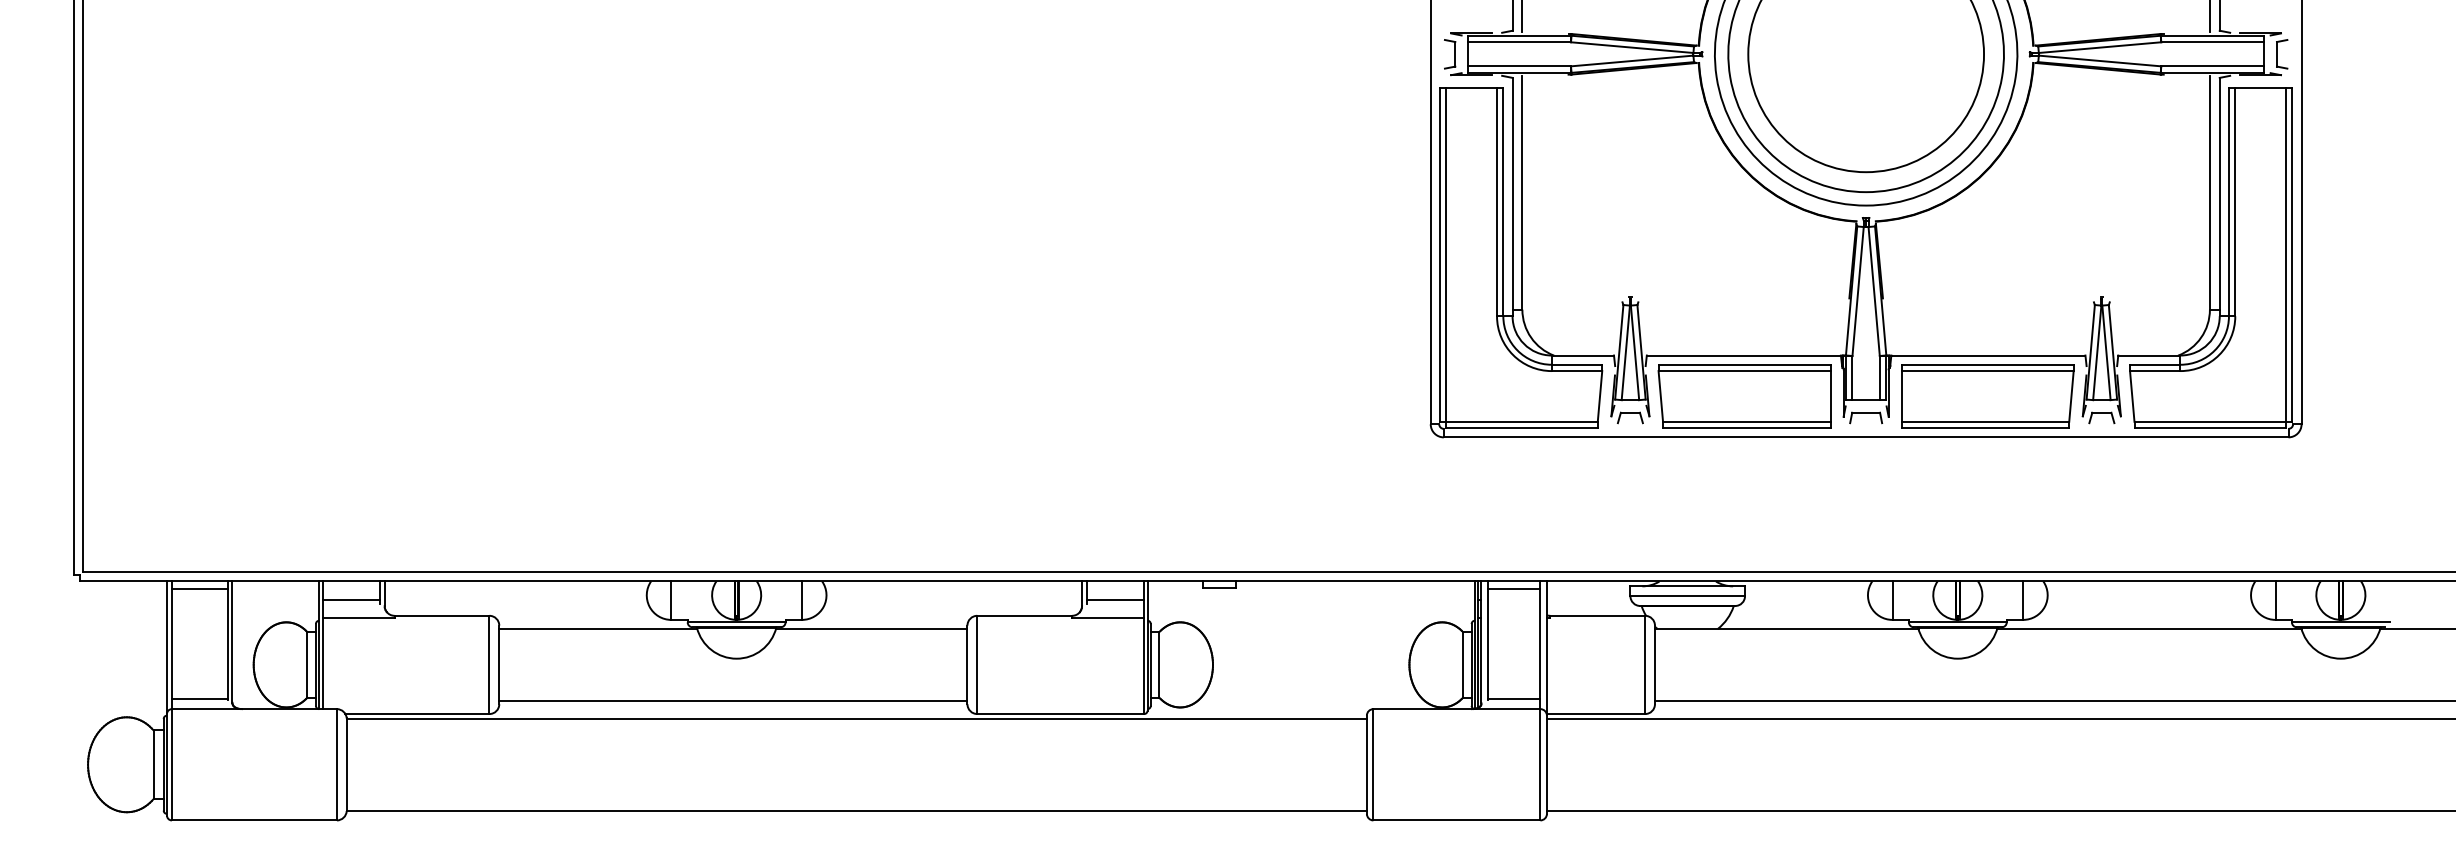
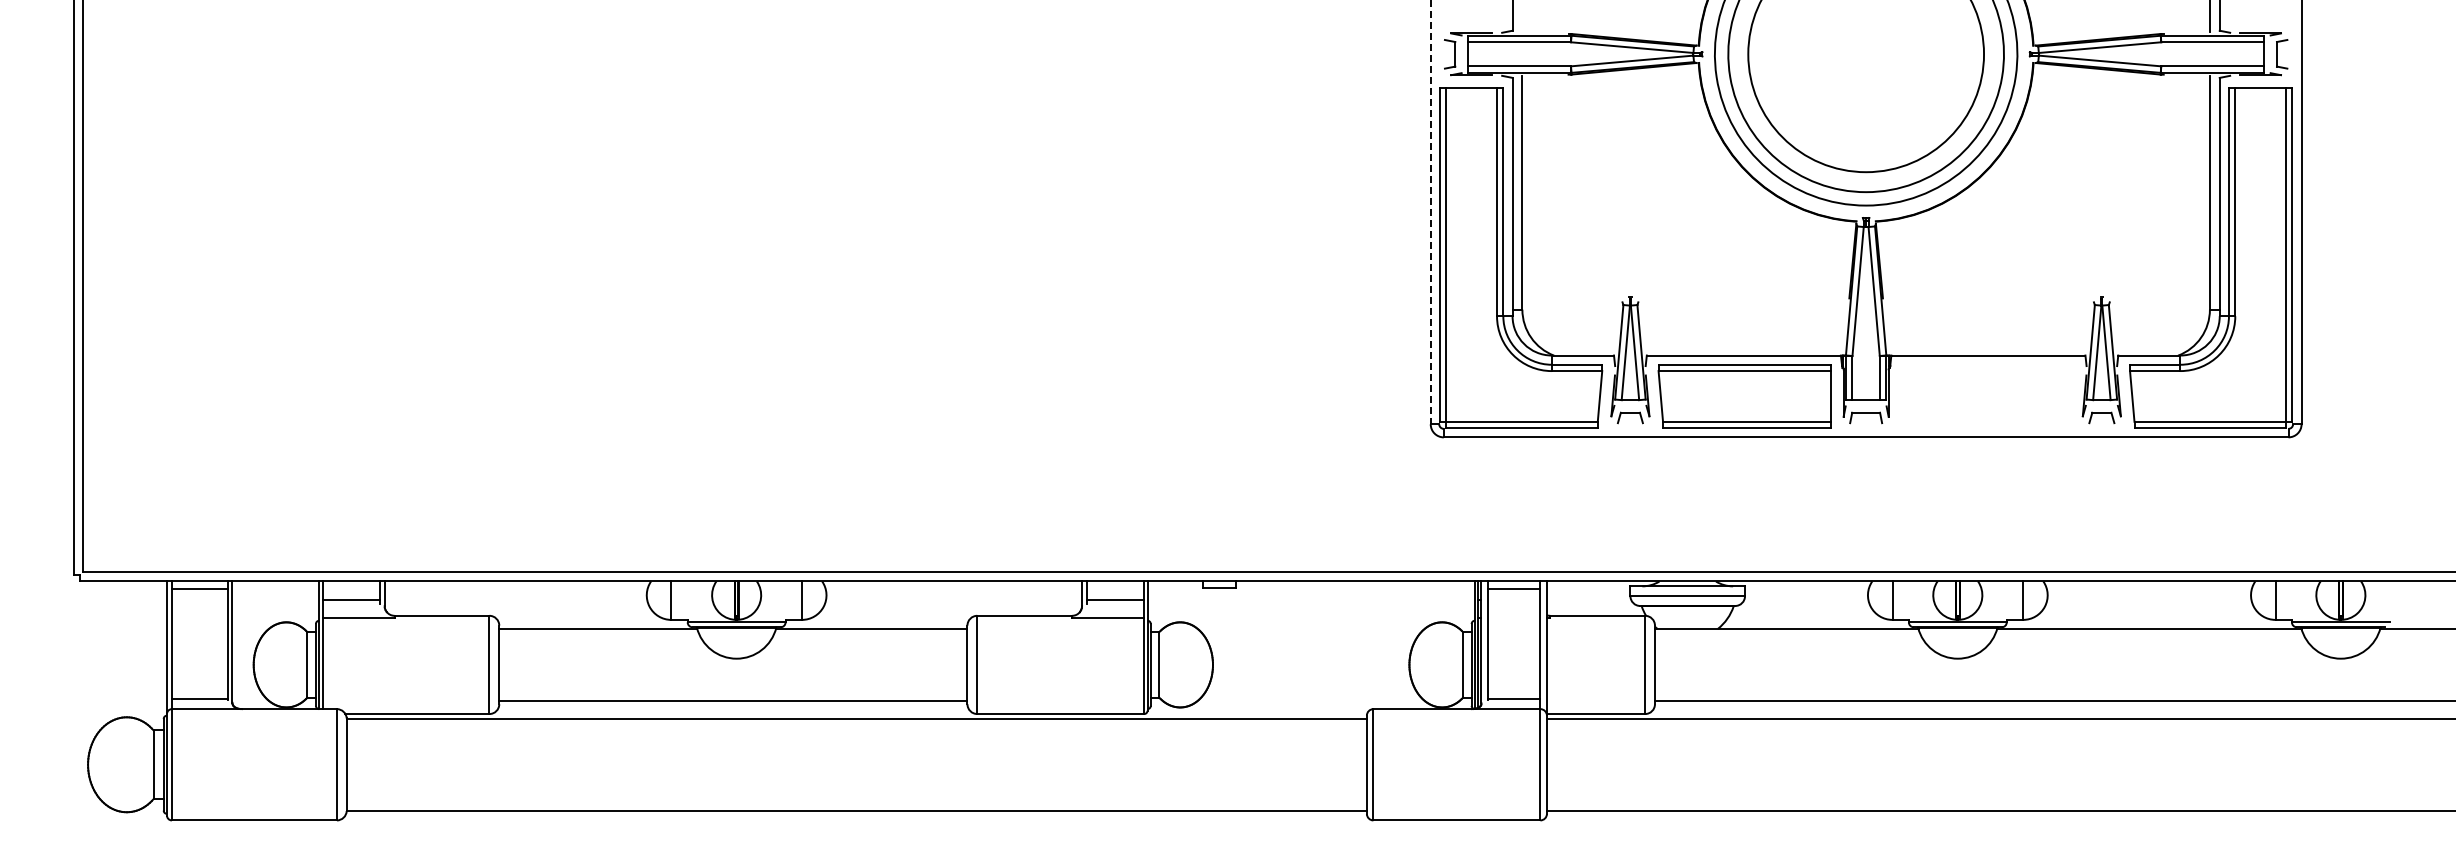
line at (1522, 17): present -> none
line at (1430, 212): solid -> dashed
part at (1987, 396): present -> none
